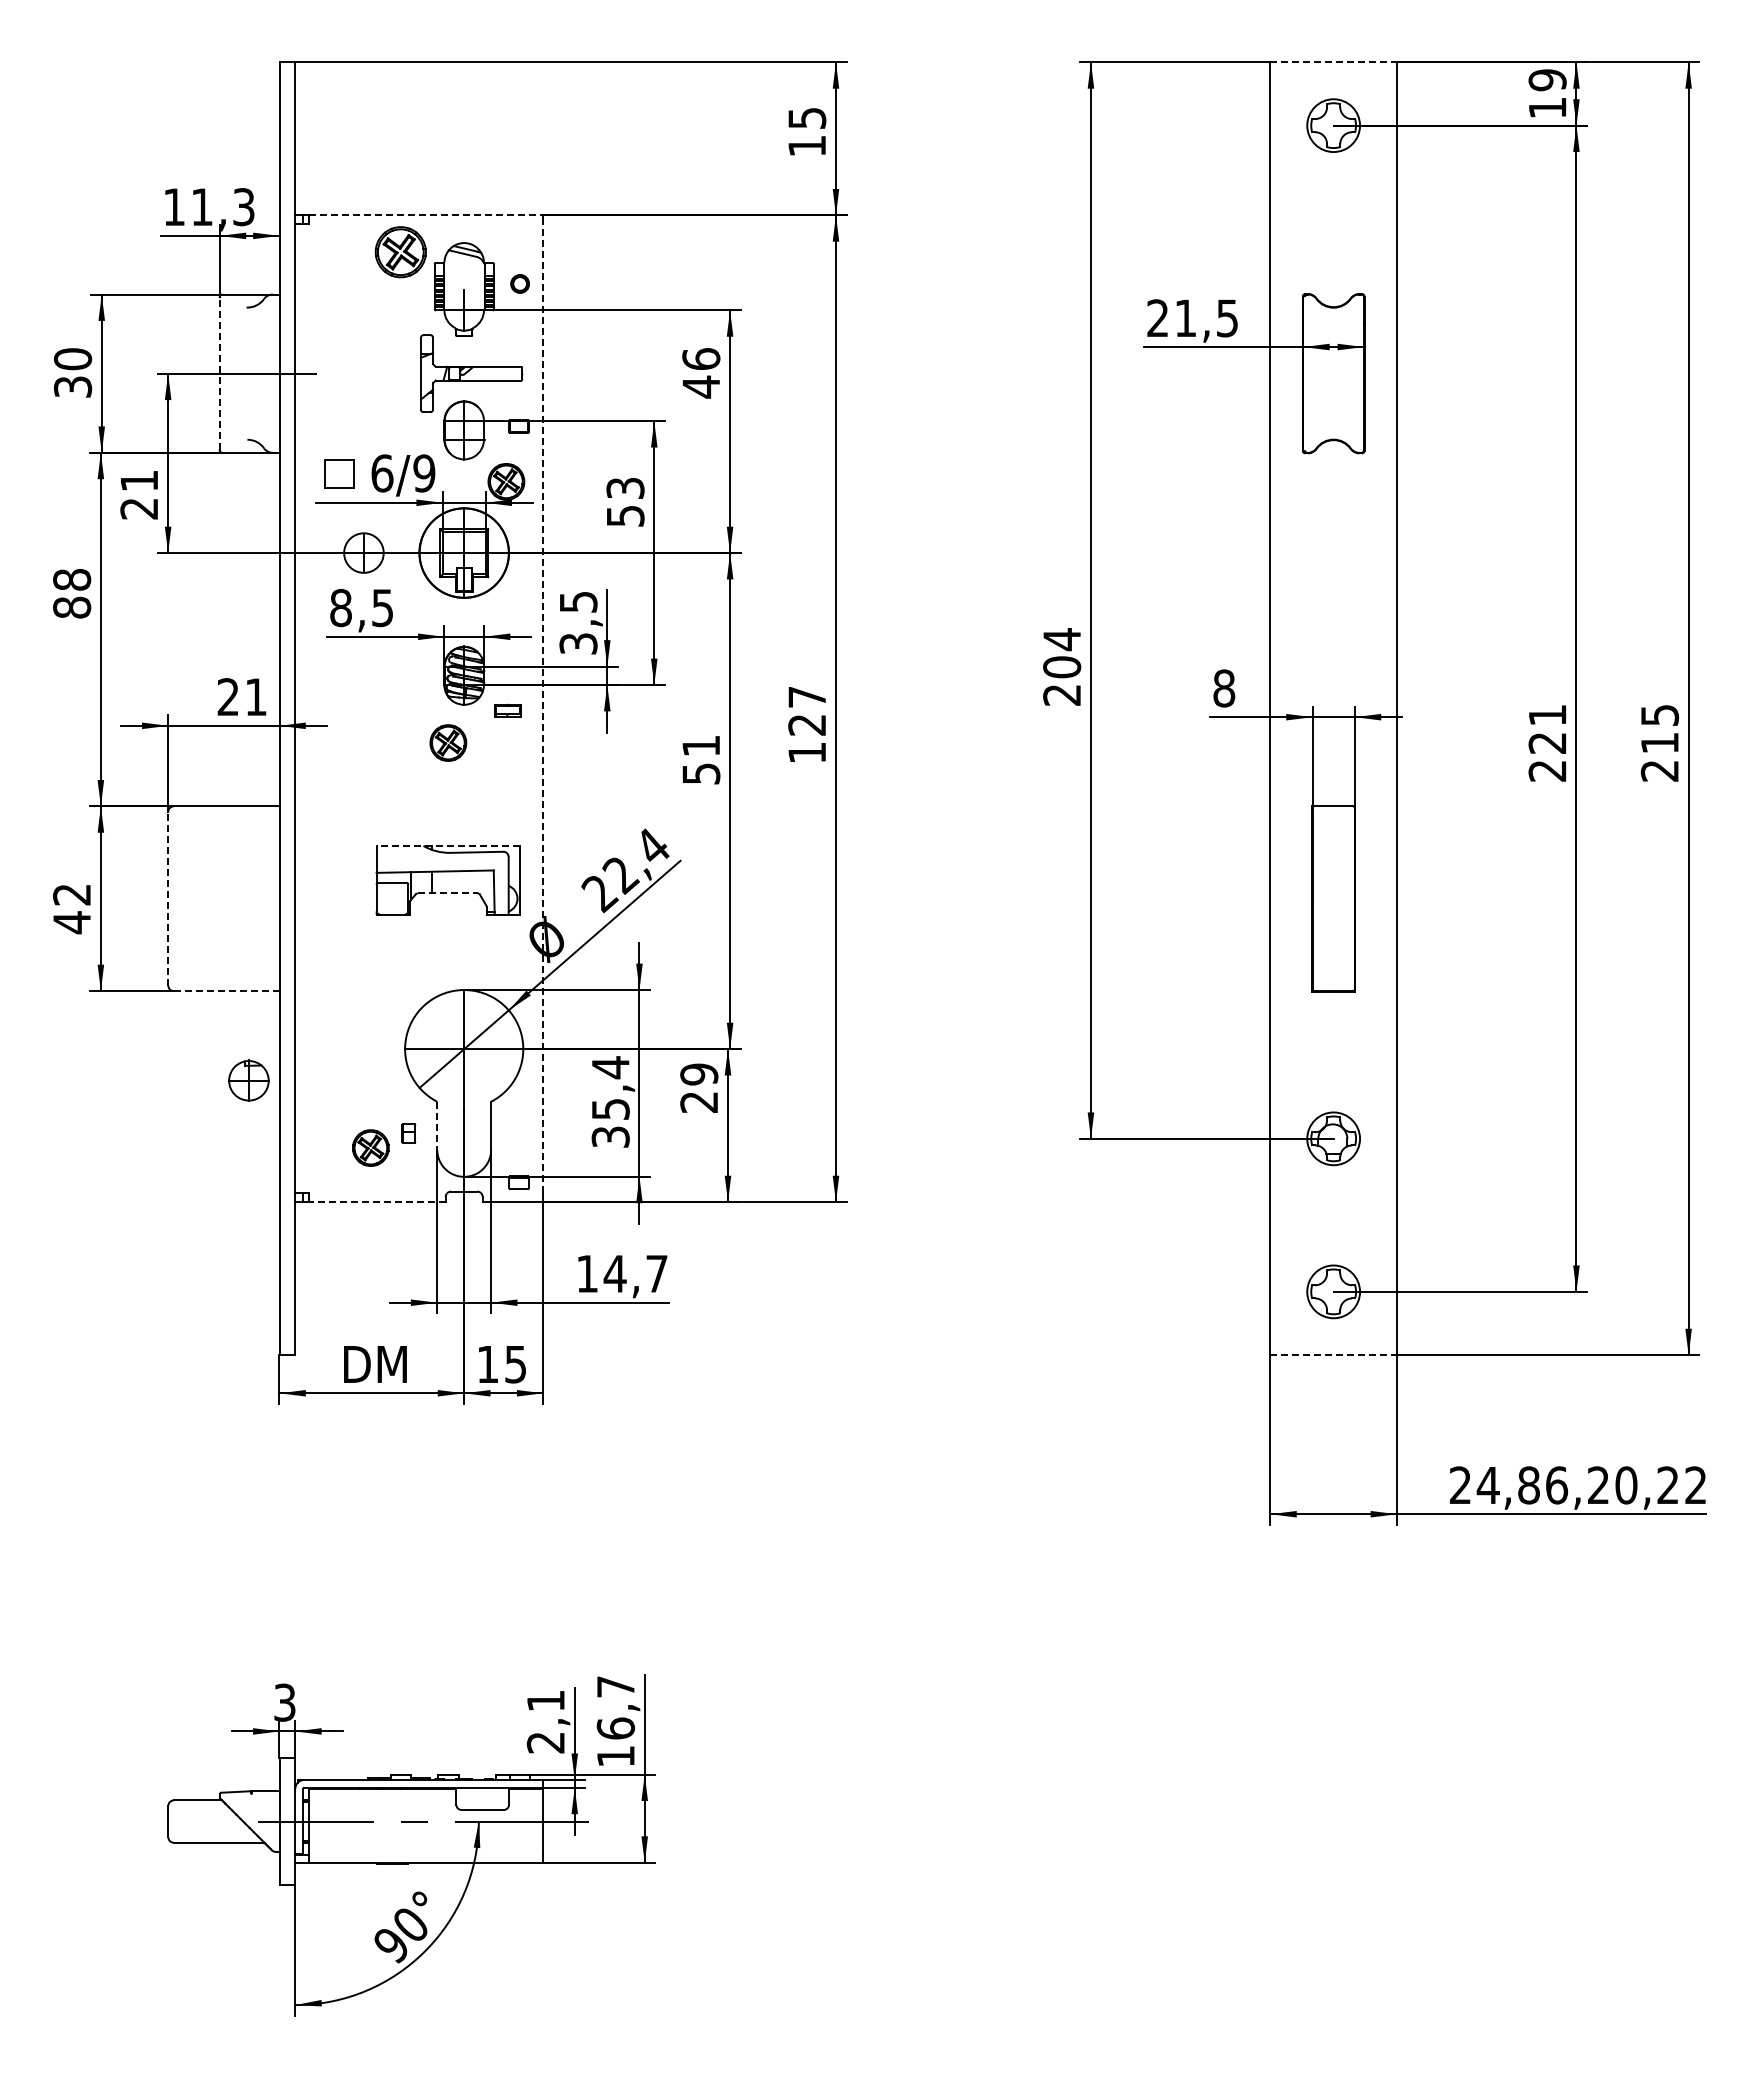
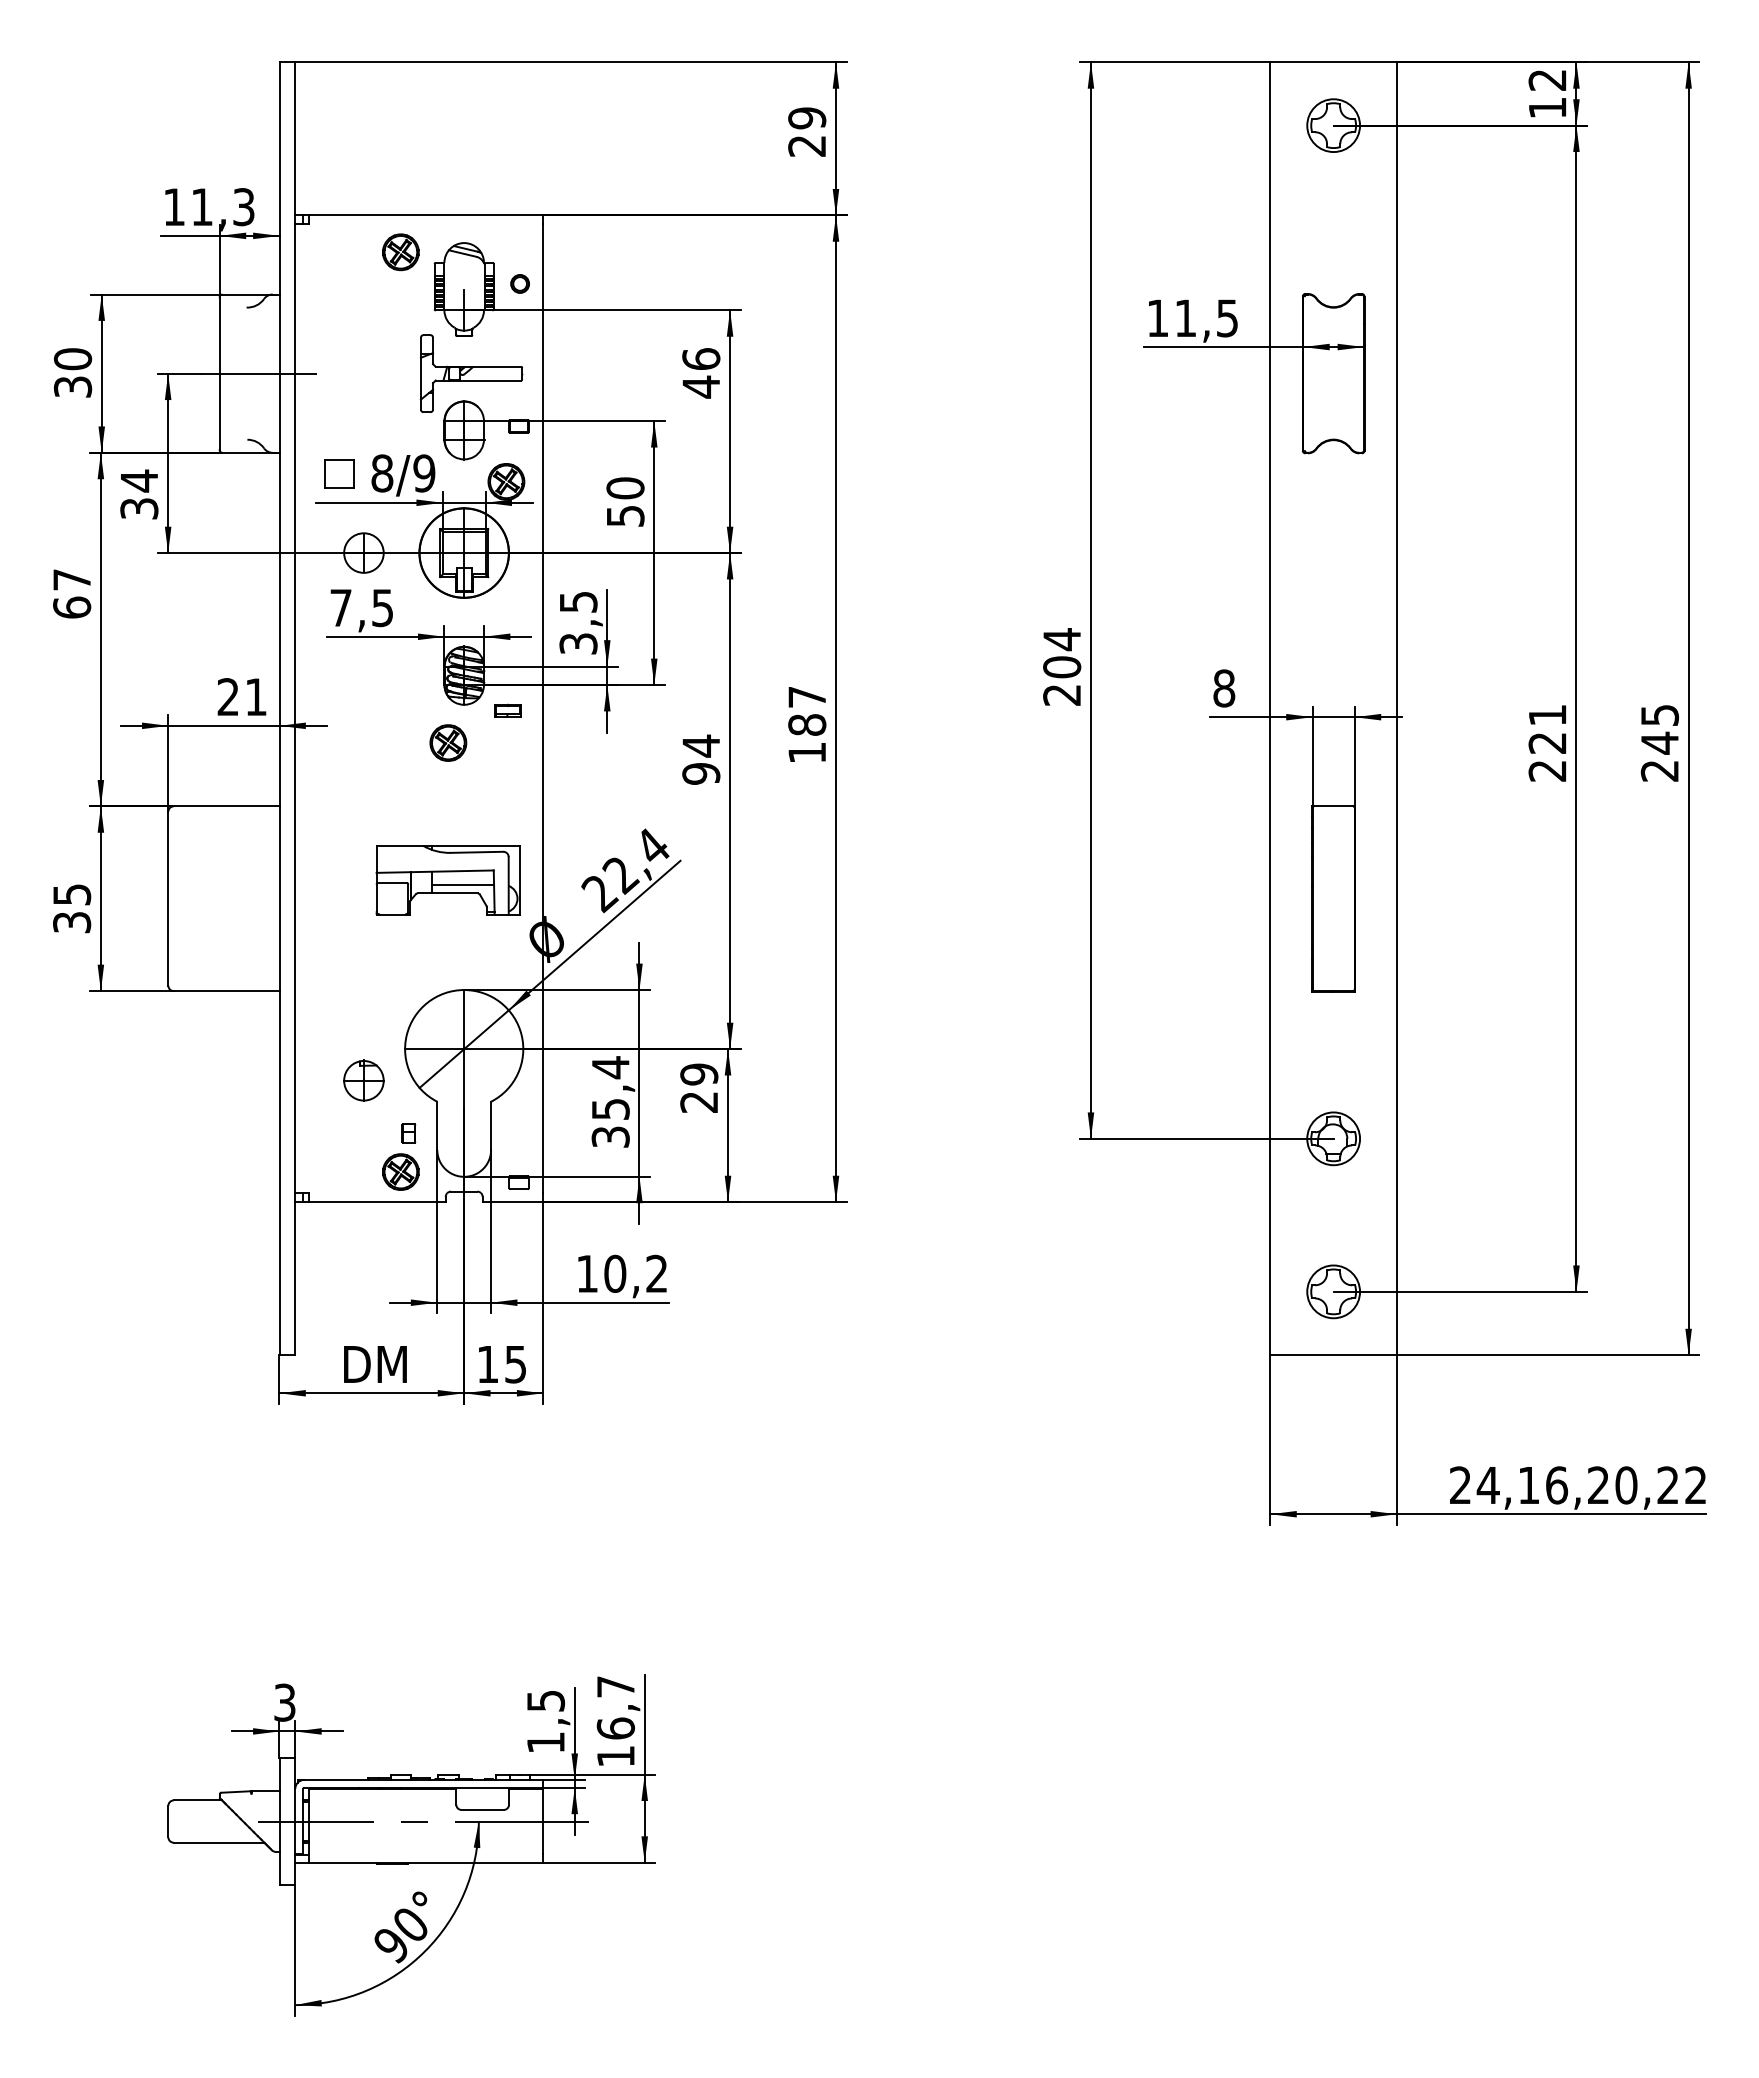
line at (1334, 62): dashed -> solid
text at (1547, 80): 19 -> 12
text at (807, 131): 15 -> 29
line at (426, 215): dashed -> solid
part at (400, 252) size: 53x53 px -> 38x39 px
text at (1157, 317): 21,5 -> 11,5
line at (219, 373): dashed -> solid
text at (382, 473): 6 -> 8
text at (625, 488): 53 -> 50
text at (139, 494): 21 -> 34
text at (72, 593): 88 -> 67
text at (340, 608): 8,5 -> 7,5
line at (543, 708): dashed -> solid
text at (807, 724): 127 -> 187
text at (1659, 742): 215 -> 245
text at (701, 759): 51 -> 94
line at (448, 845): dashed -> solid
line at (463, 885): none -> present
line at (448, 893): dashed -> solid
line at (168, 898): dashed -> solid
text at (72, 909): 42 -> 35
line at (226, 991): dashed -> solid
part at (248, 1080) position: (248, 1080) -> (363, 1080)
line at (437, 1126): dashed -> solid
part at (370, 1147) position: (370, 1147) -> (400, 1171)
line at (377, 1202): dashed -> solid
text at (635, 1273): 14,7 -> 10,2
line at (1334, 1355): dashed -> solid
text at (1528, 1485): ,86,20,22 -> ,16,20,22
text at (545, 1722): 2,1 -> 1,5
